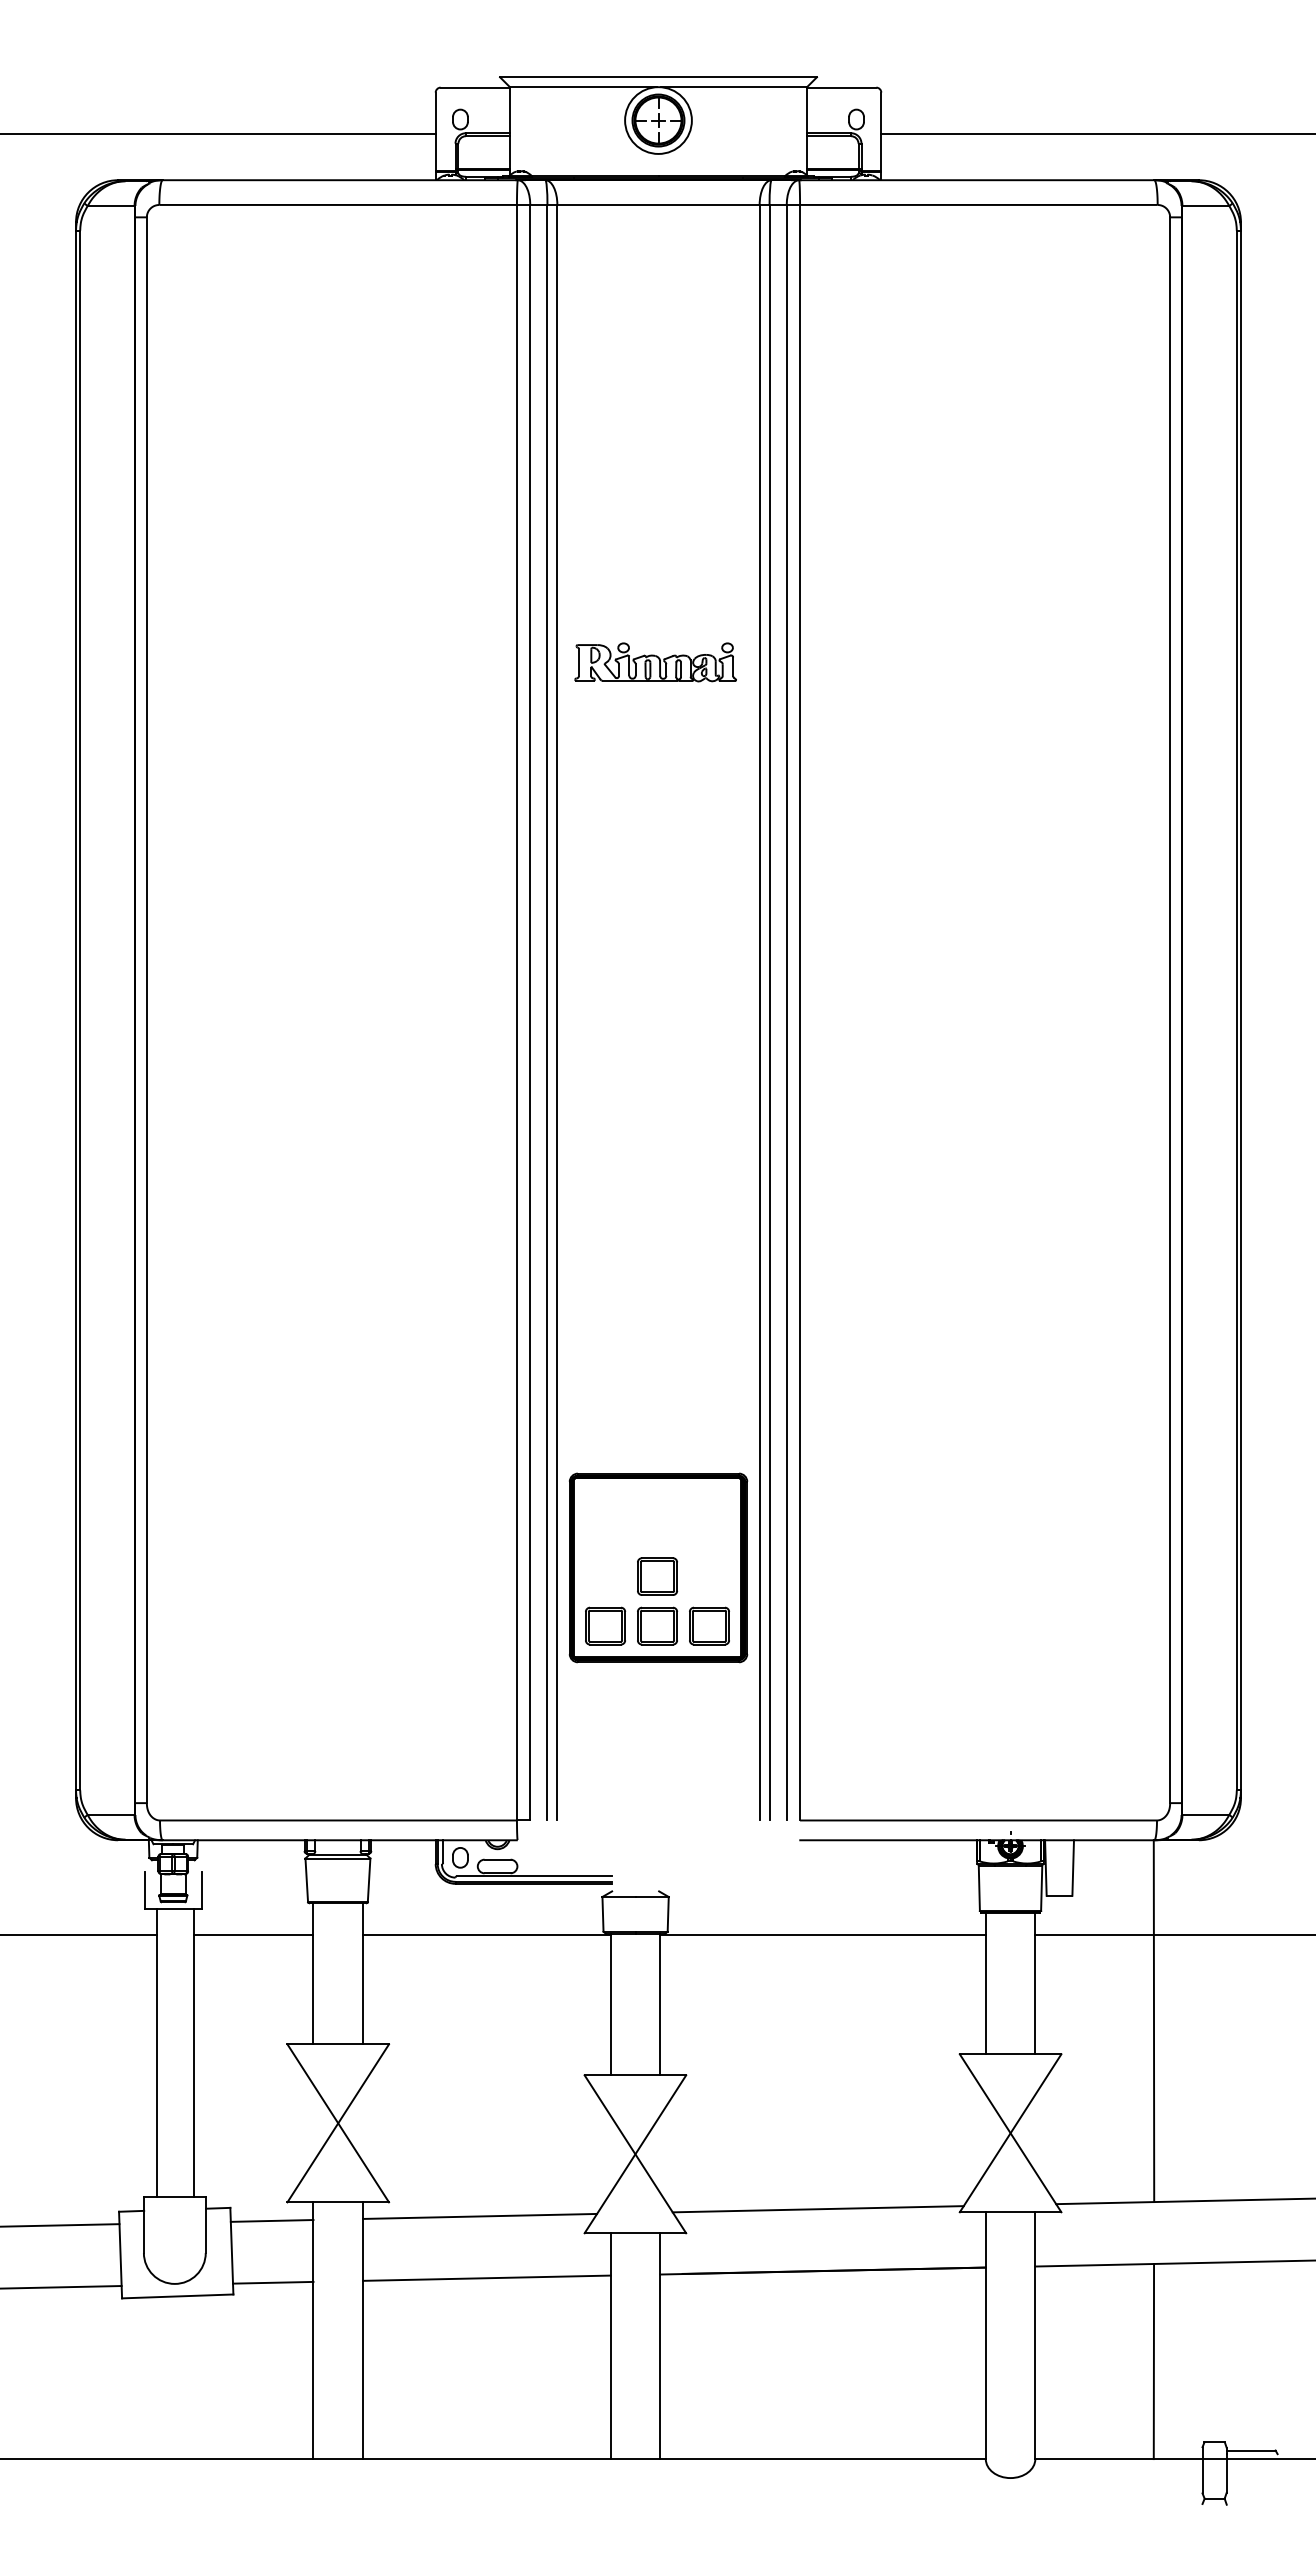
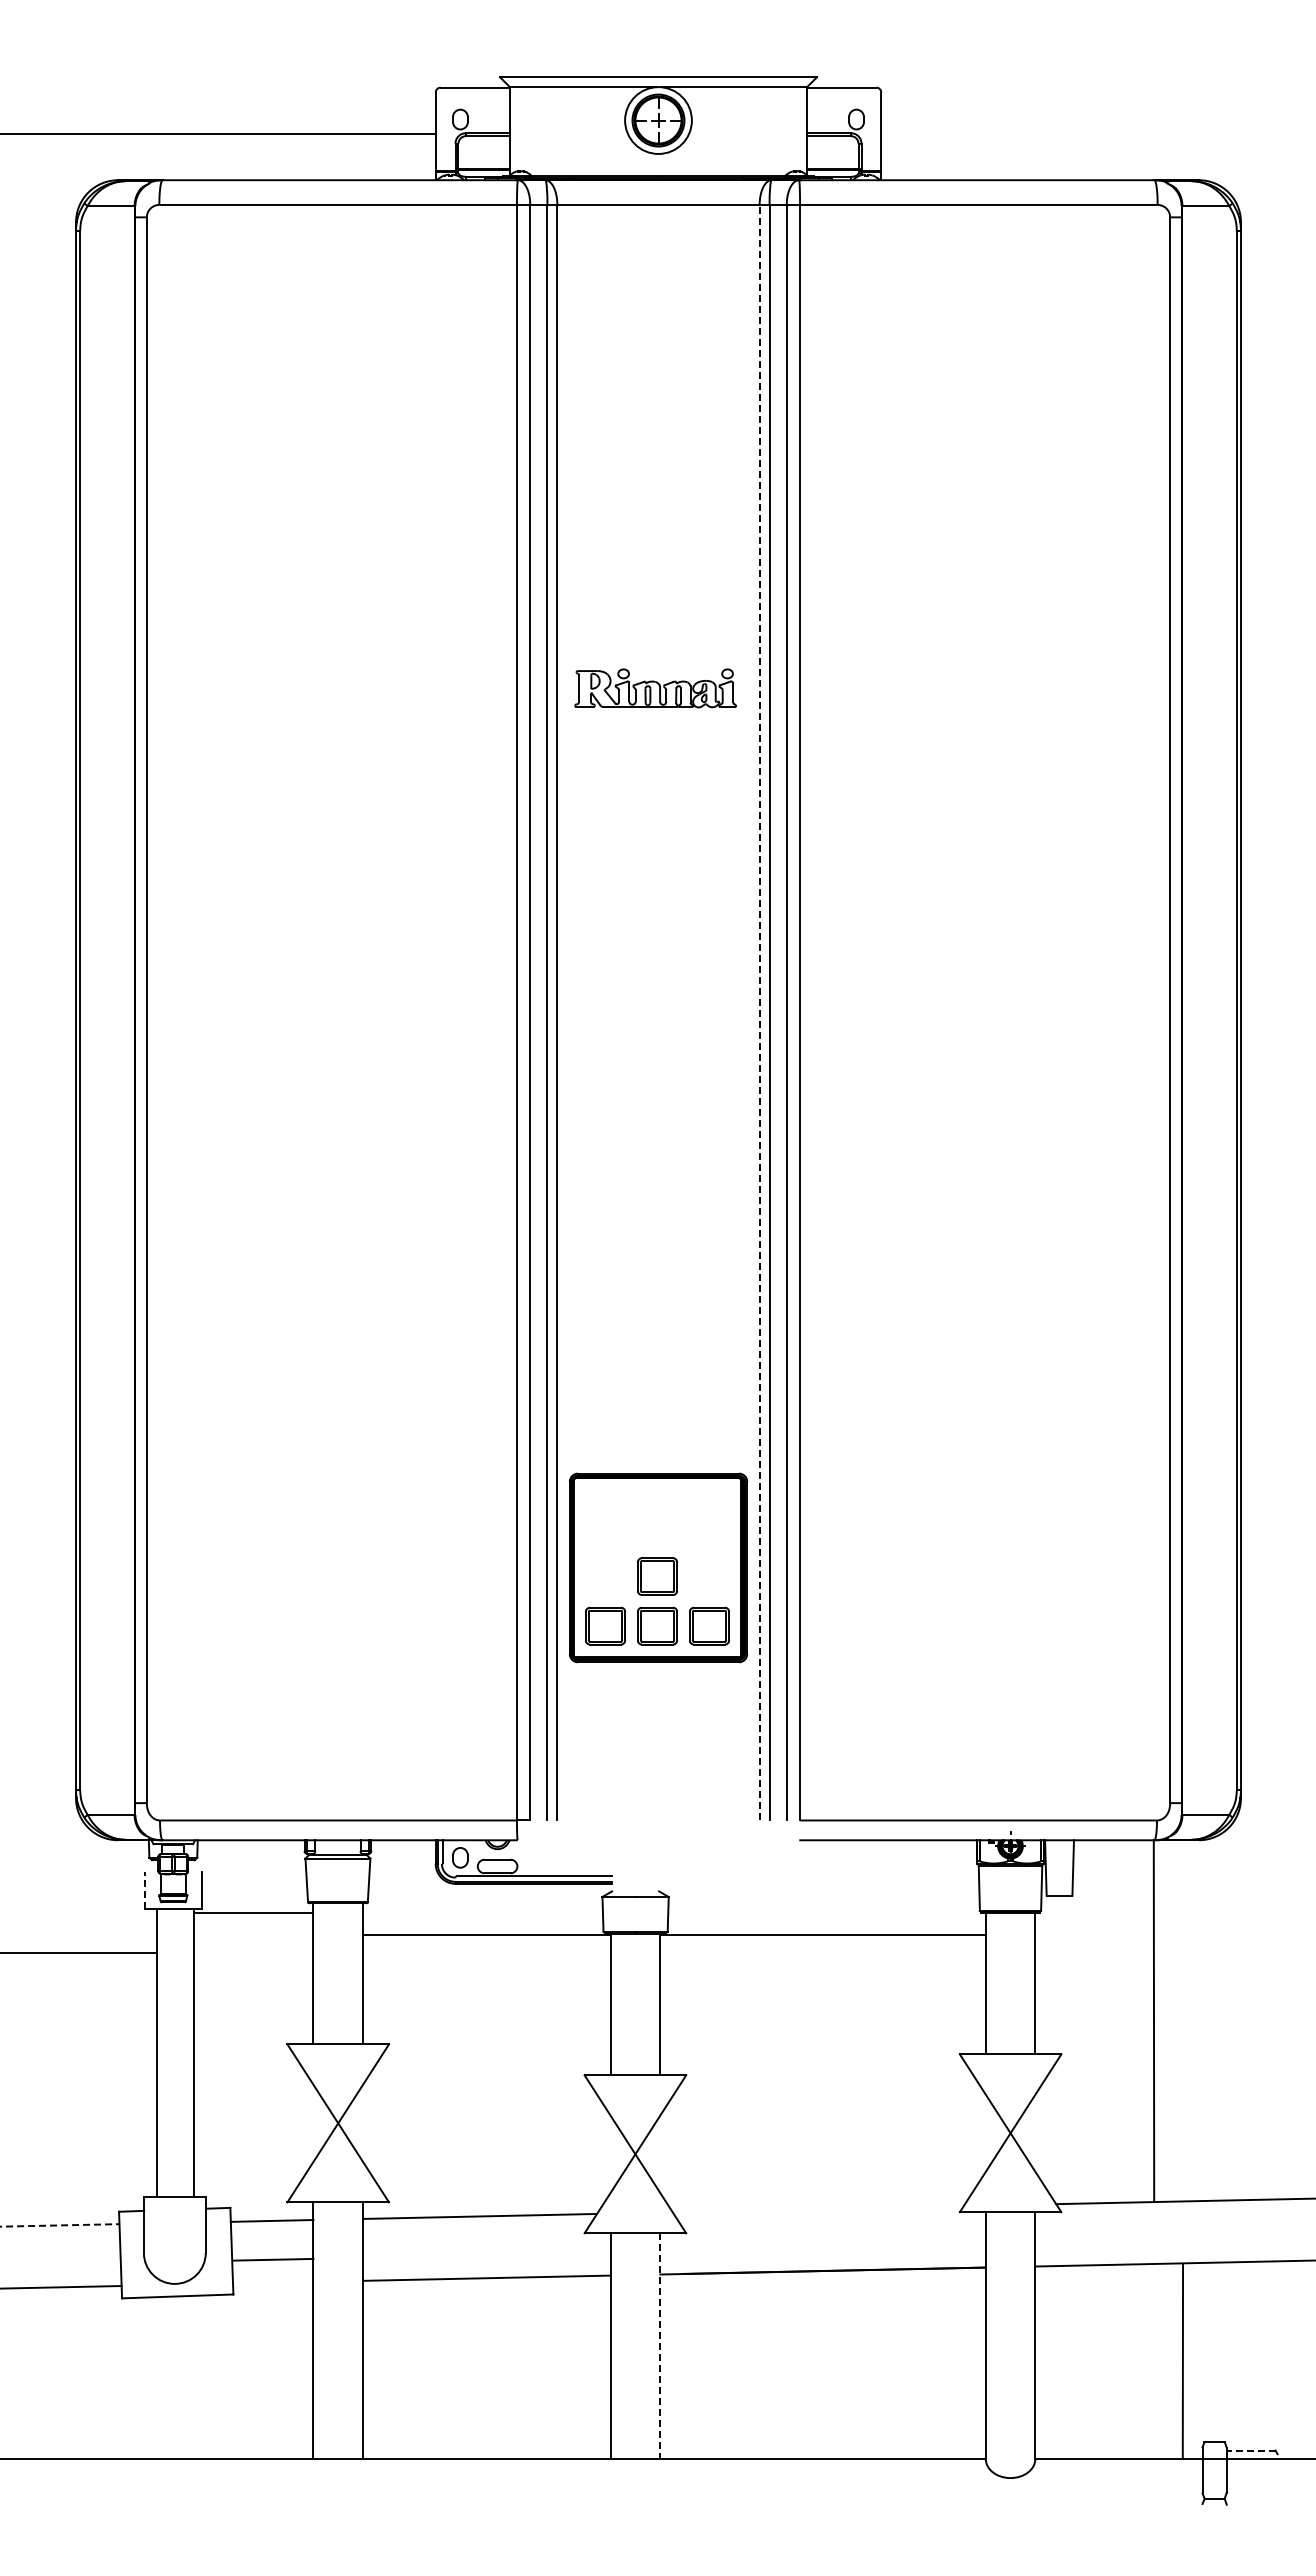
line at (1096, 133): present -> none
part at (655, 662) position: (655, 662) -> (655, 688)
line at (759, 1012): solid -> dashed
line at (144, 1890): solid -> dashed
line at (79, 1935) position: (79, 1935) -> (79, 1953)
line at (253, 1935) position: (253, 1935) -> (253, 1913)
line at (1173, 1935): present -> none
line at (817, 2209): present -> none
line at (60, 2225): solid -> dashed
line at (273, 2282) position: (273, 2282) -> (273, 2259)
line at (660, 2346): solid -> dashed
line at (1153, 2361) position: (1153, 2361) -> (1182, 2361)
line at (1250, 2450): solid -> dashed
